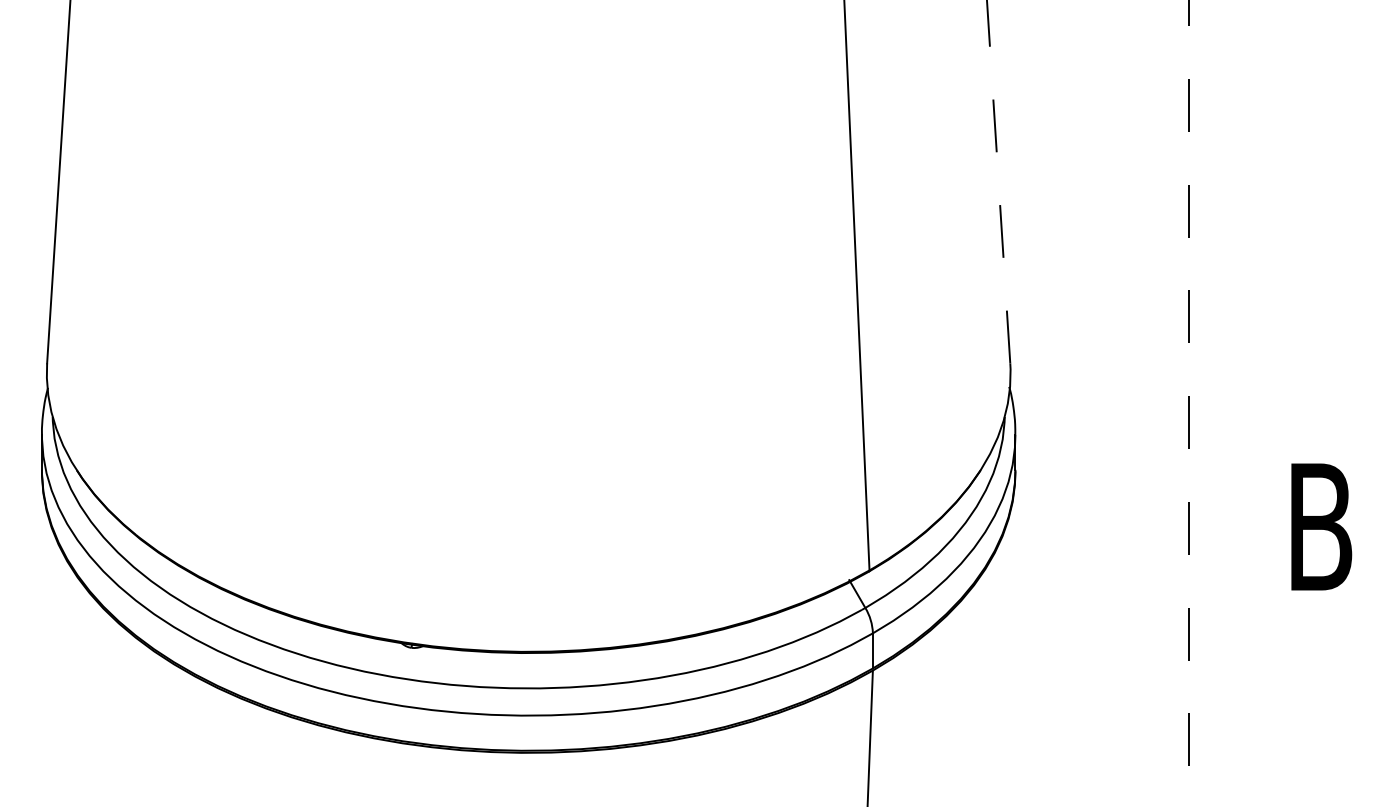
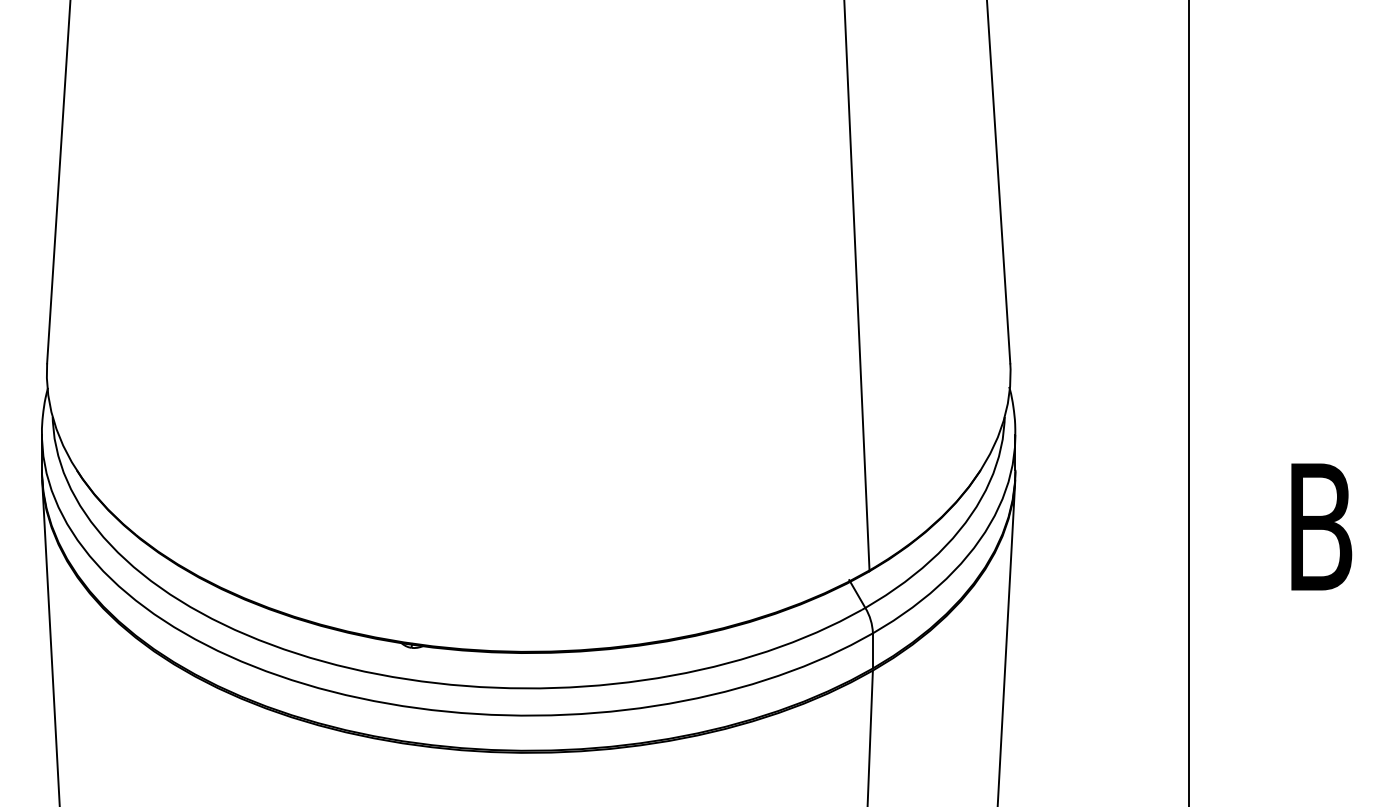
line at (998, 181): dashed -> solid
line at (1188, 403): dashed -> solid
line at (50, 641): none -> present
line at (1006, 641): none -> present
